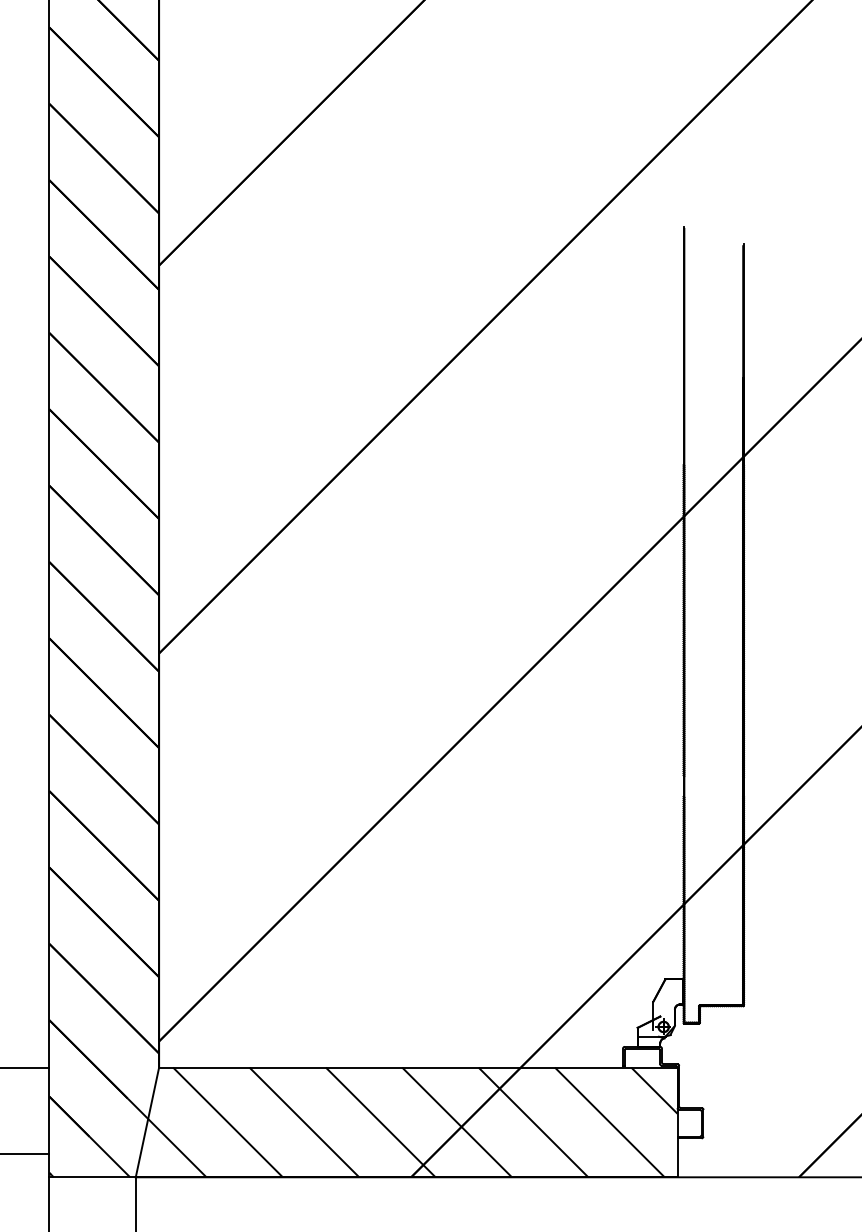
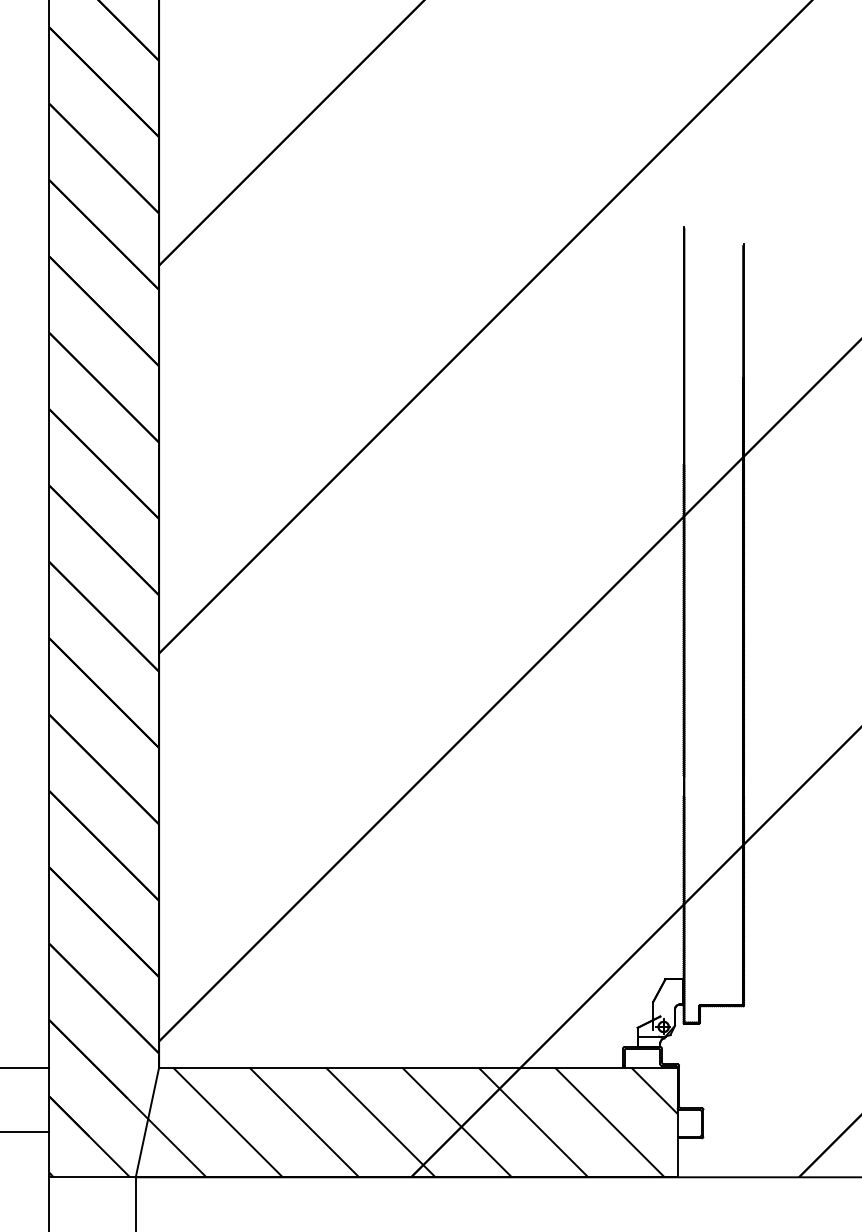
line at (25, 1153) position: (25, 1153) -> (25, 1131)
